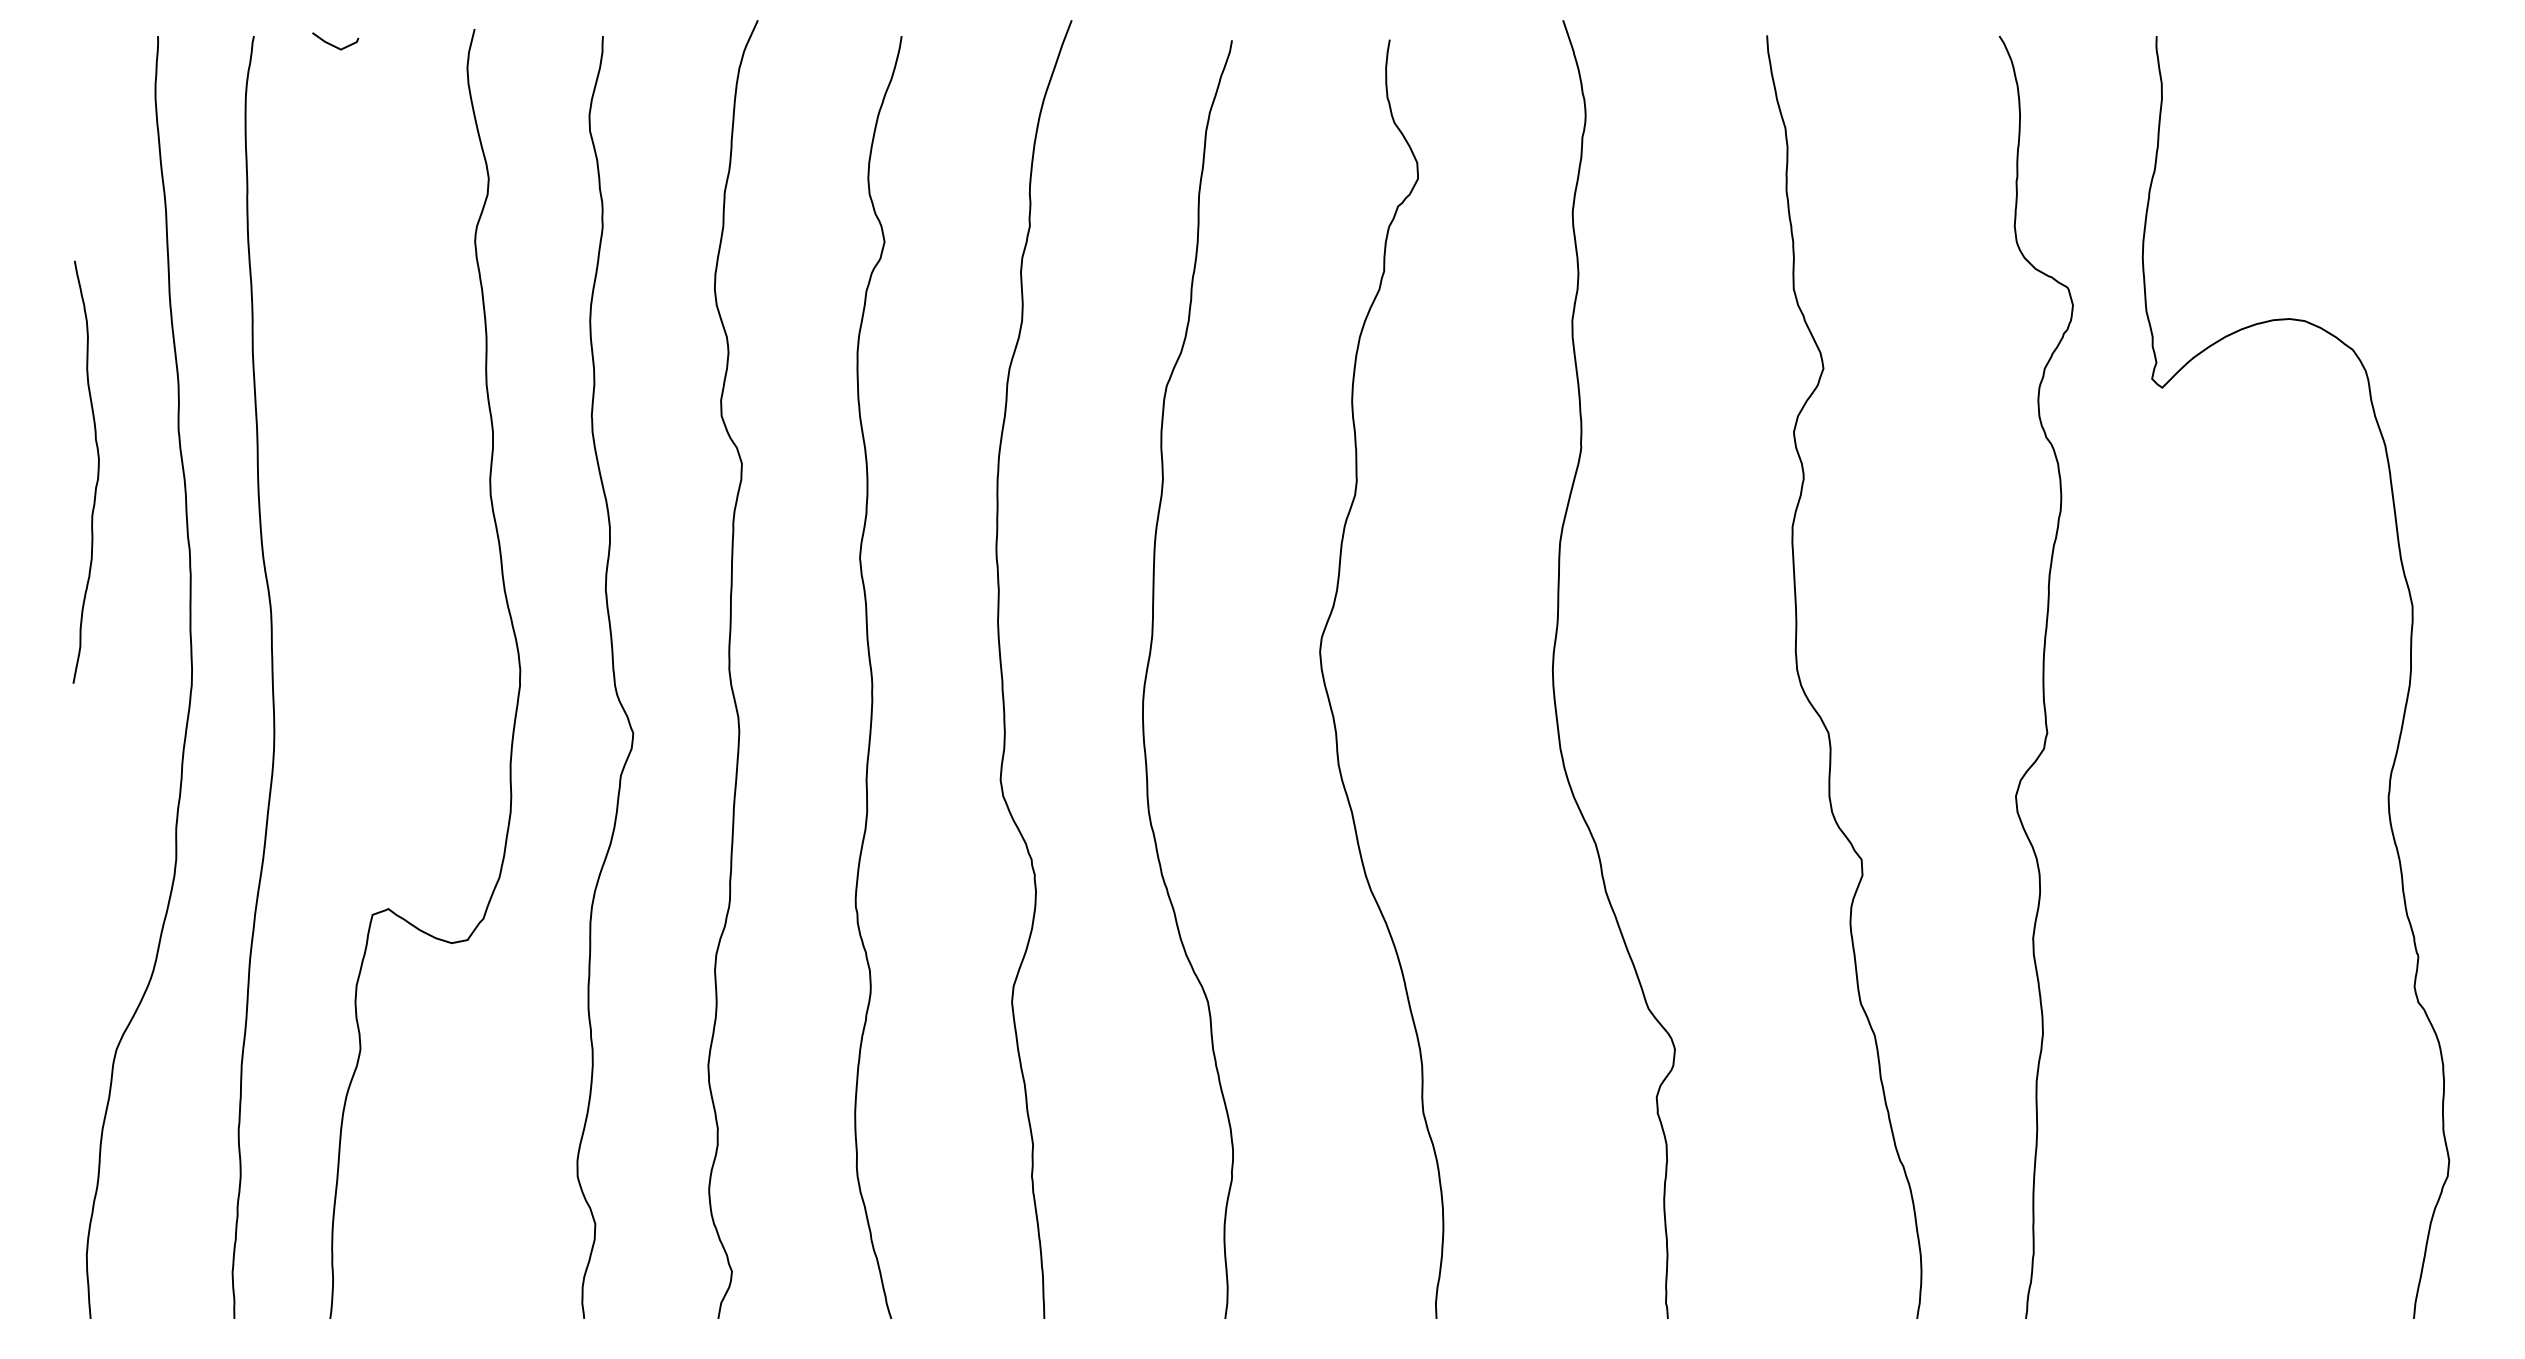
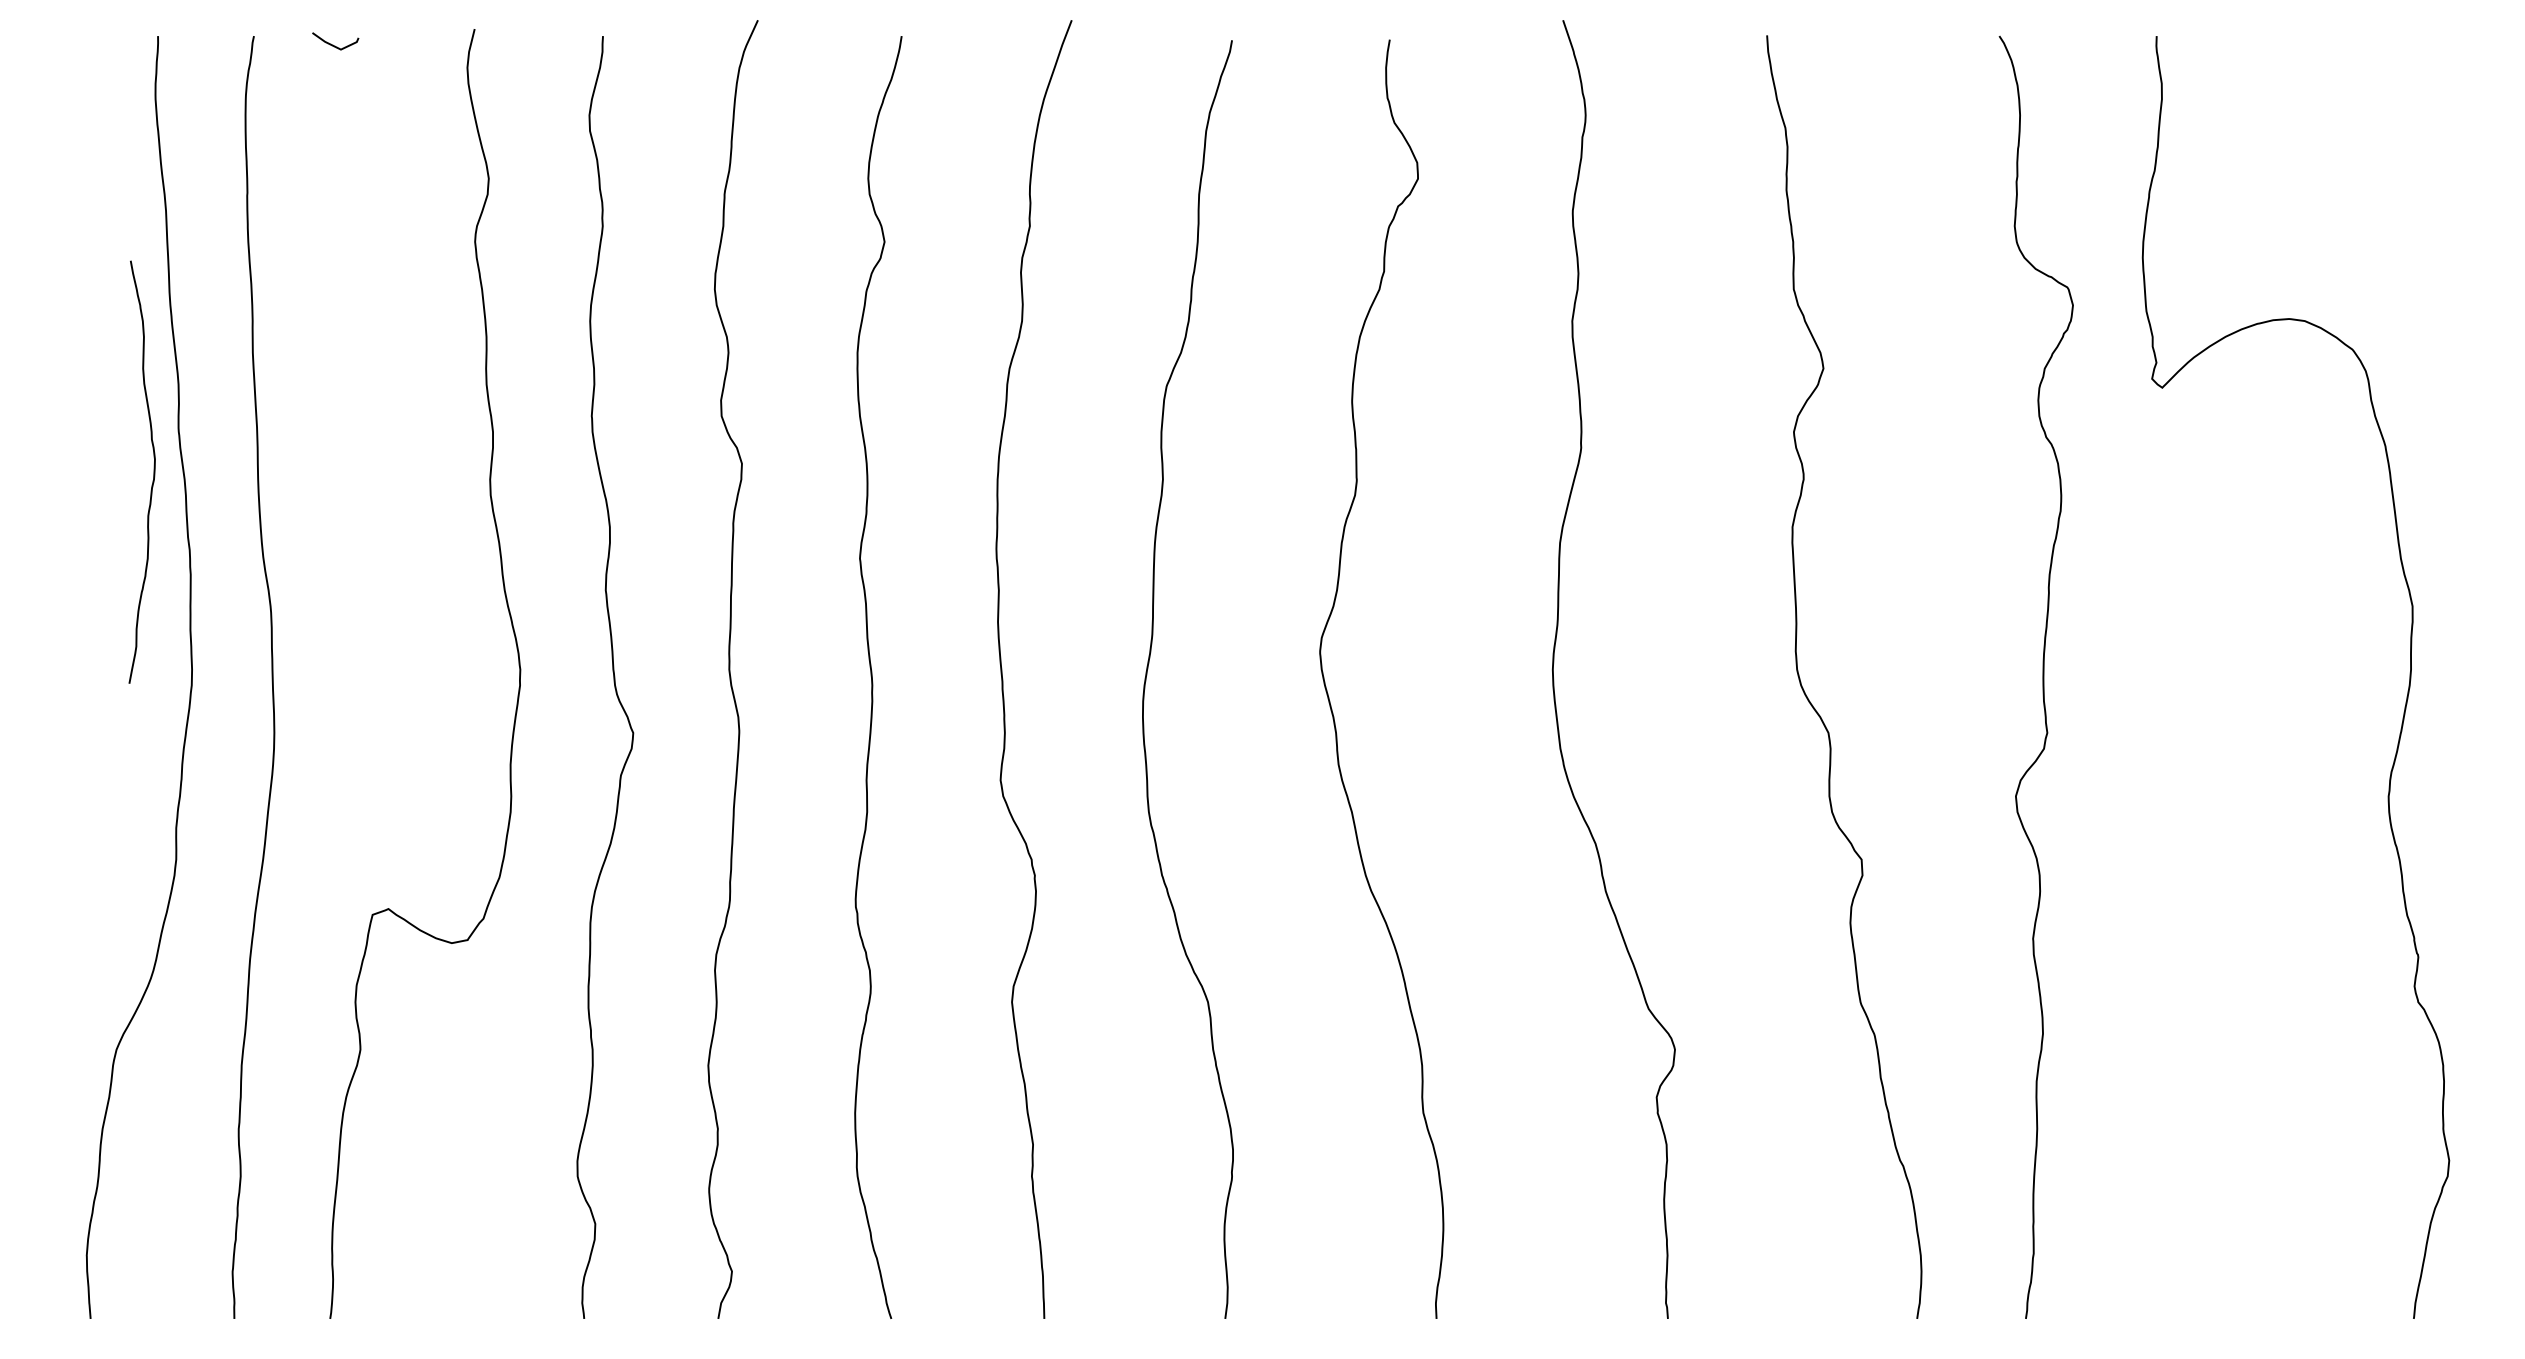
curve at (97, 471) position: (97, 471) -> (153, 471)
